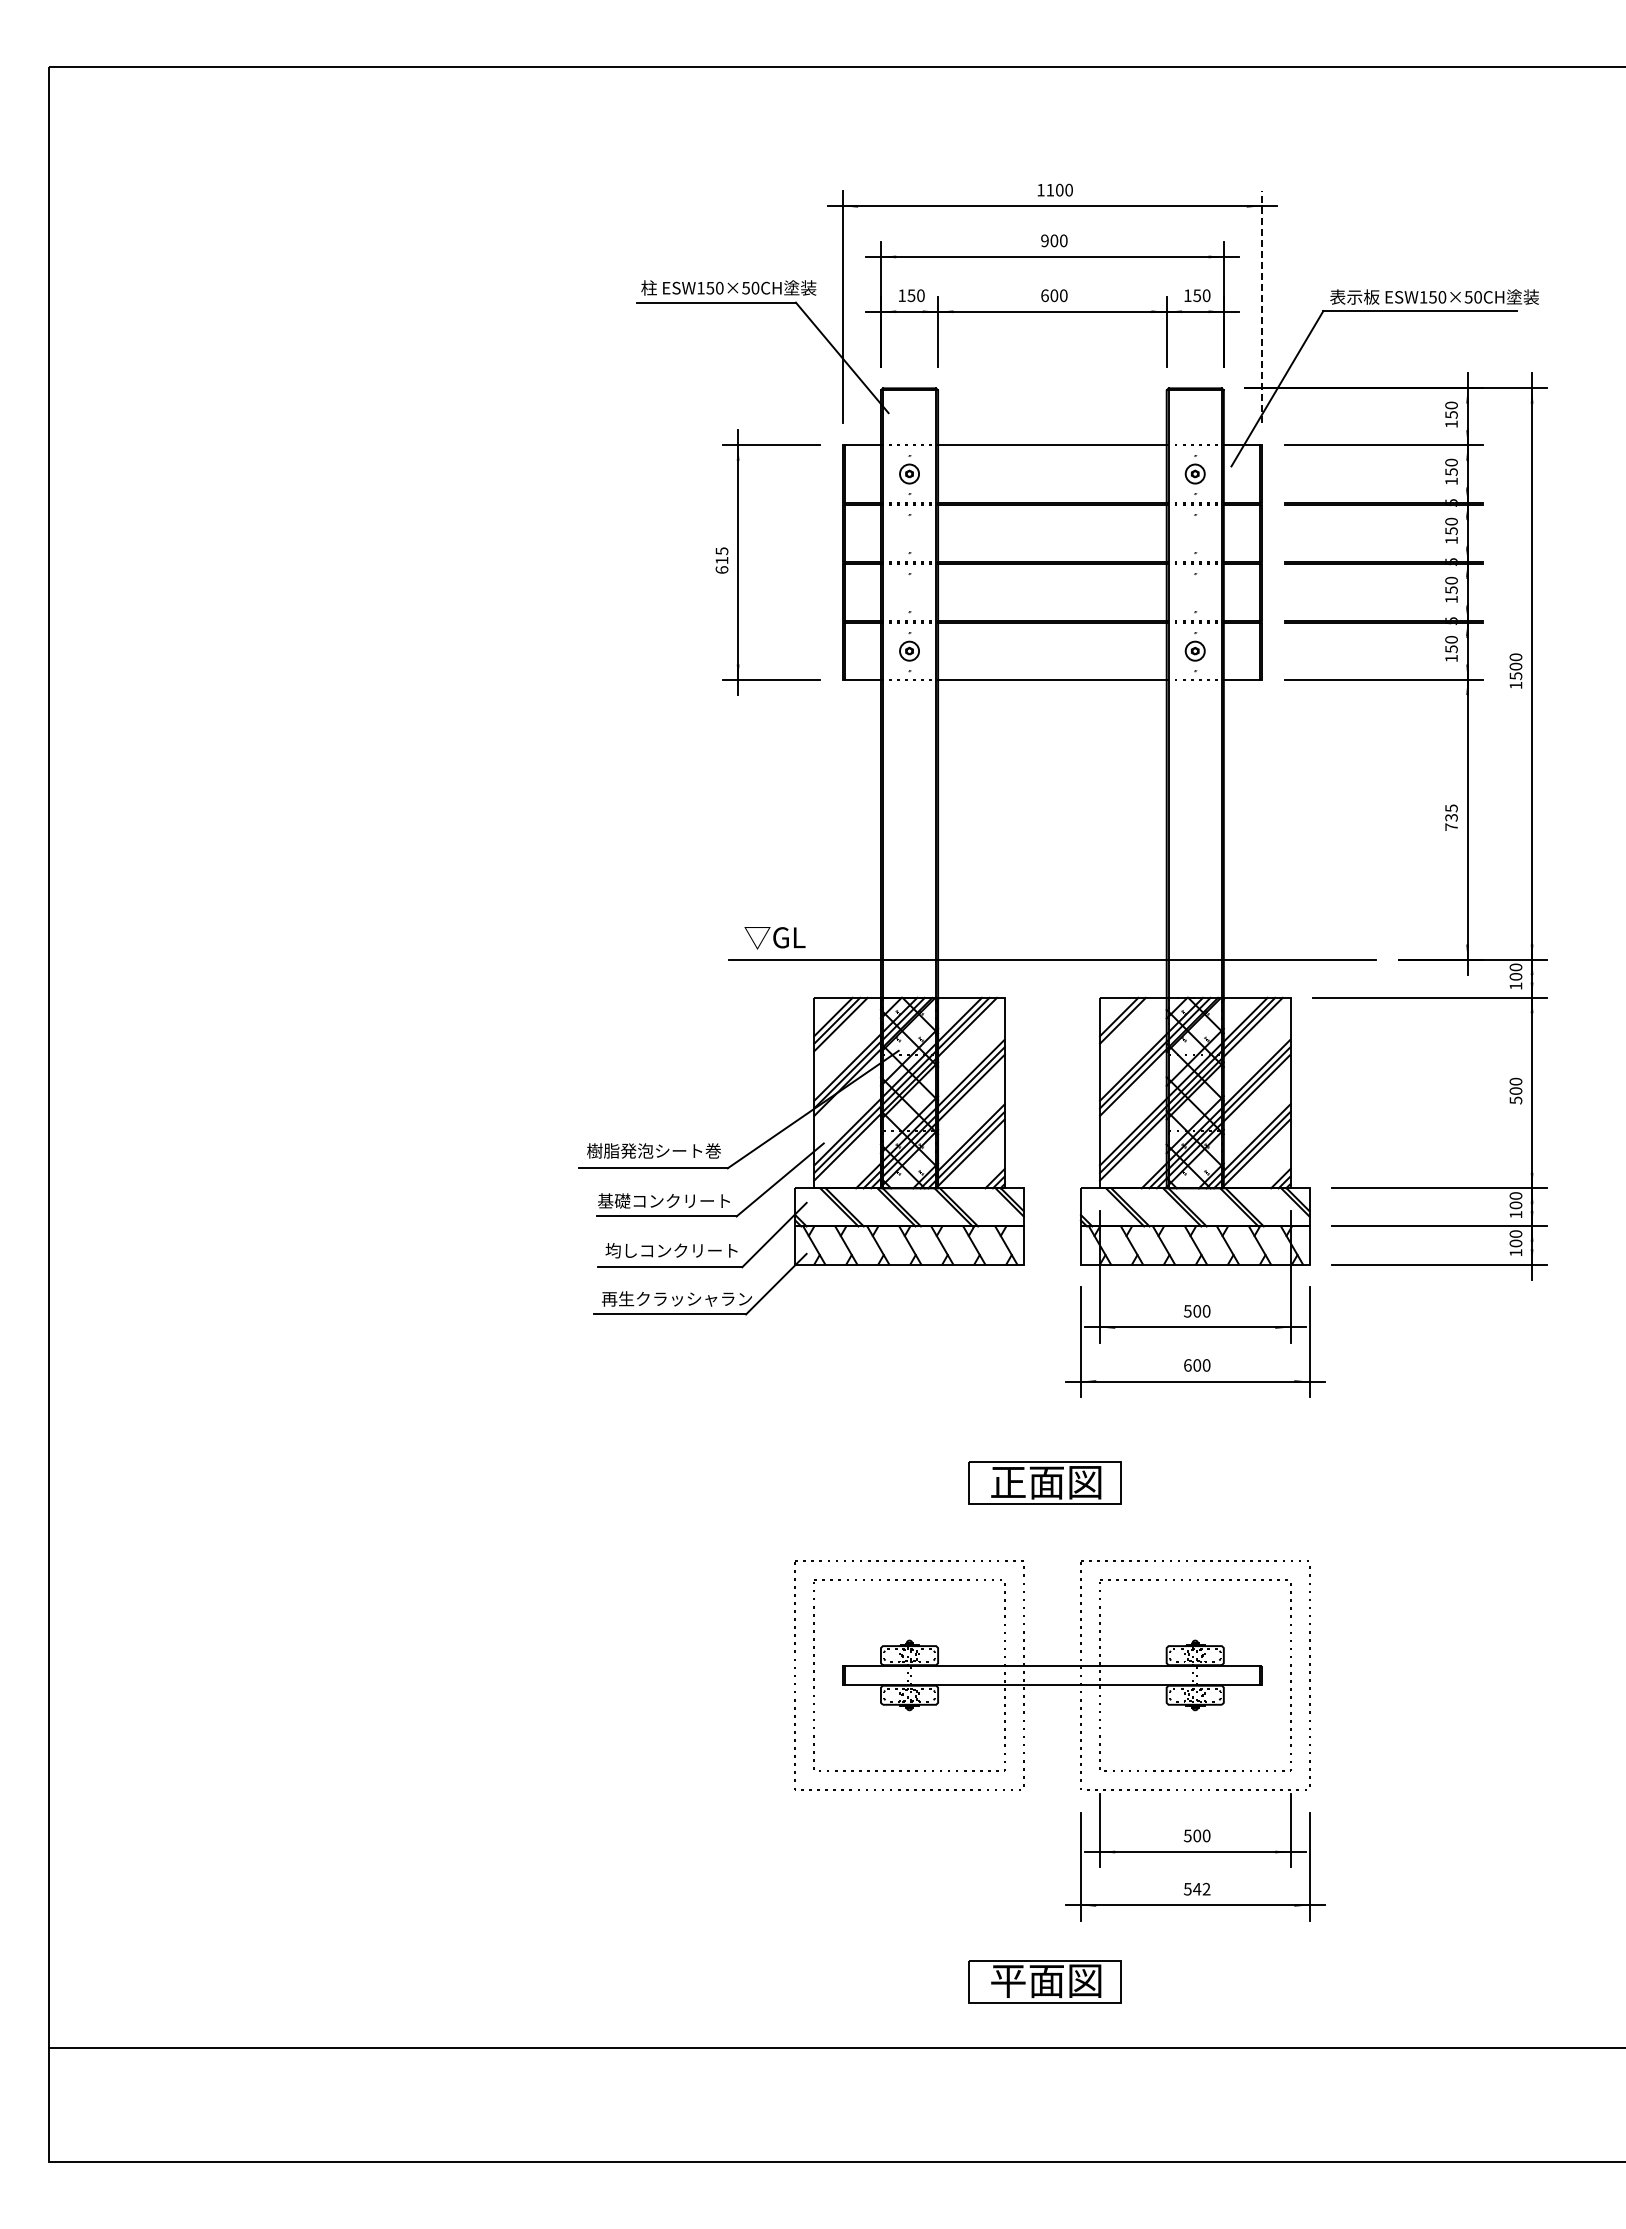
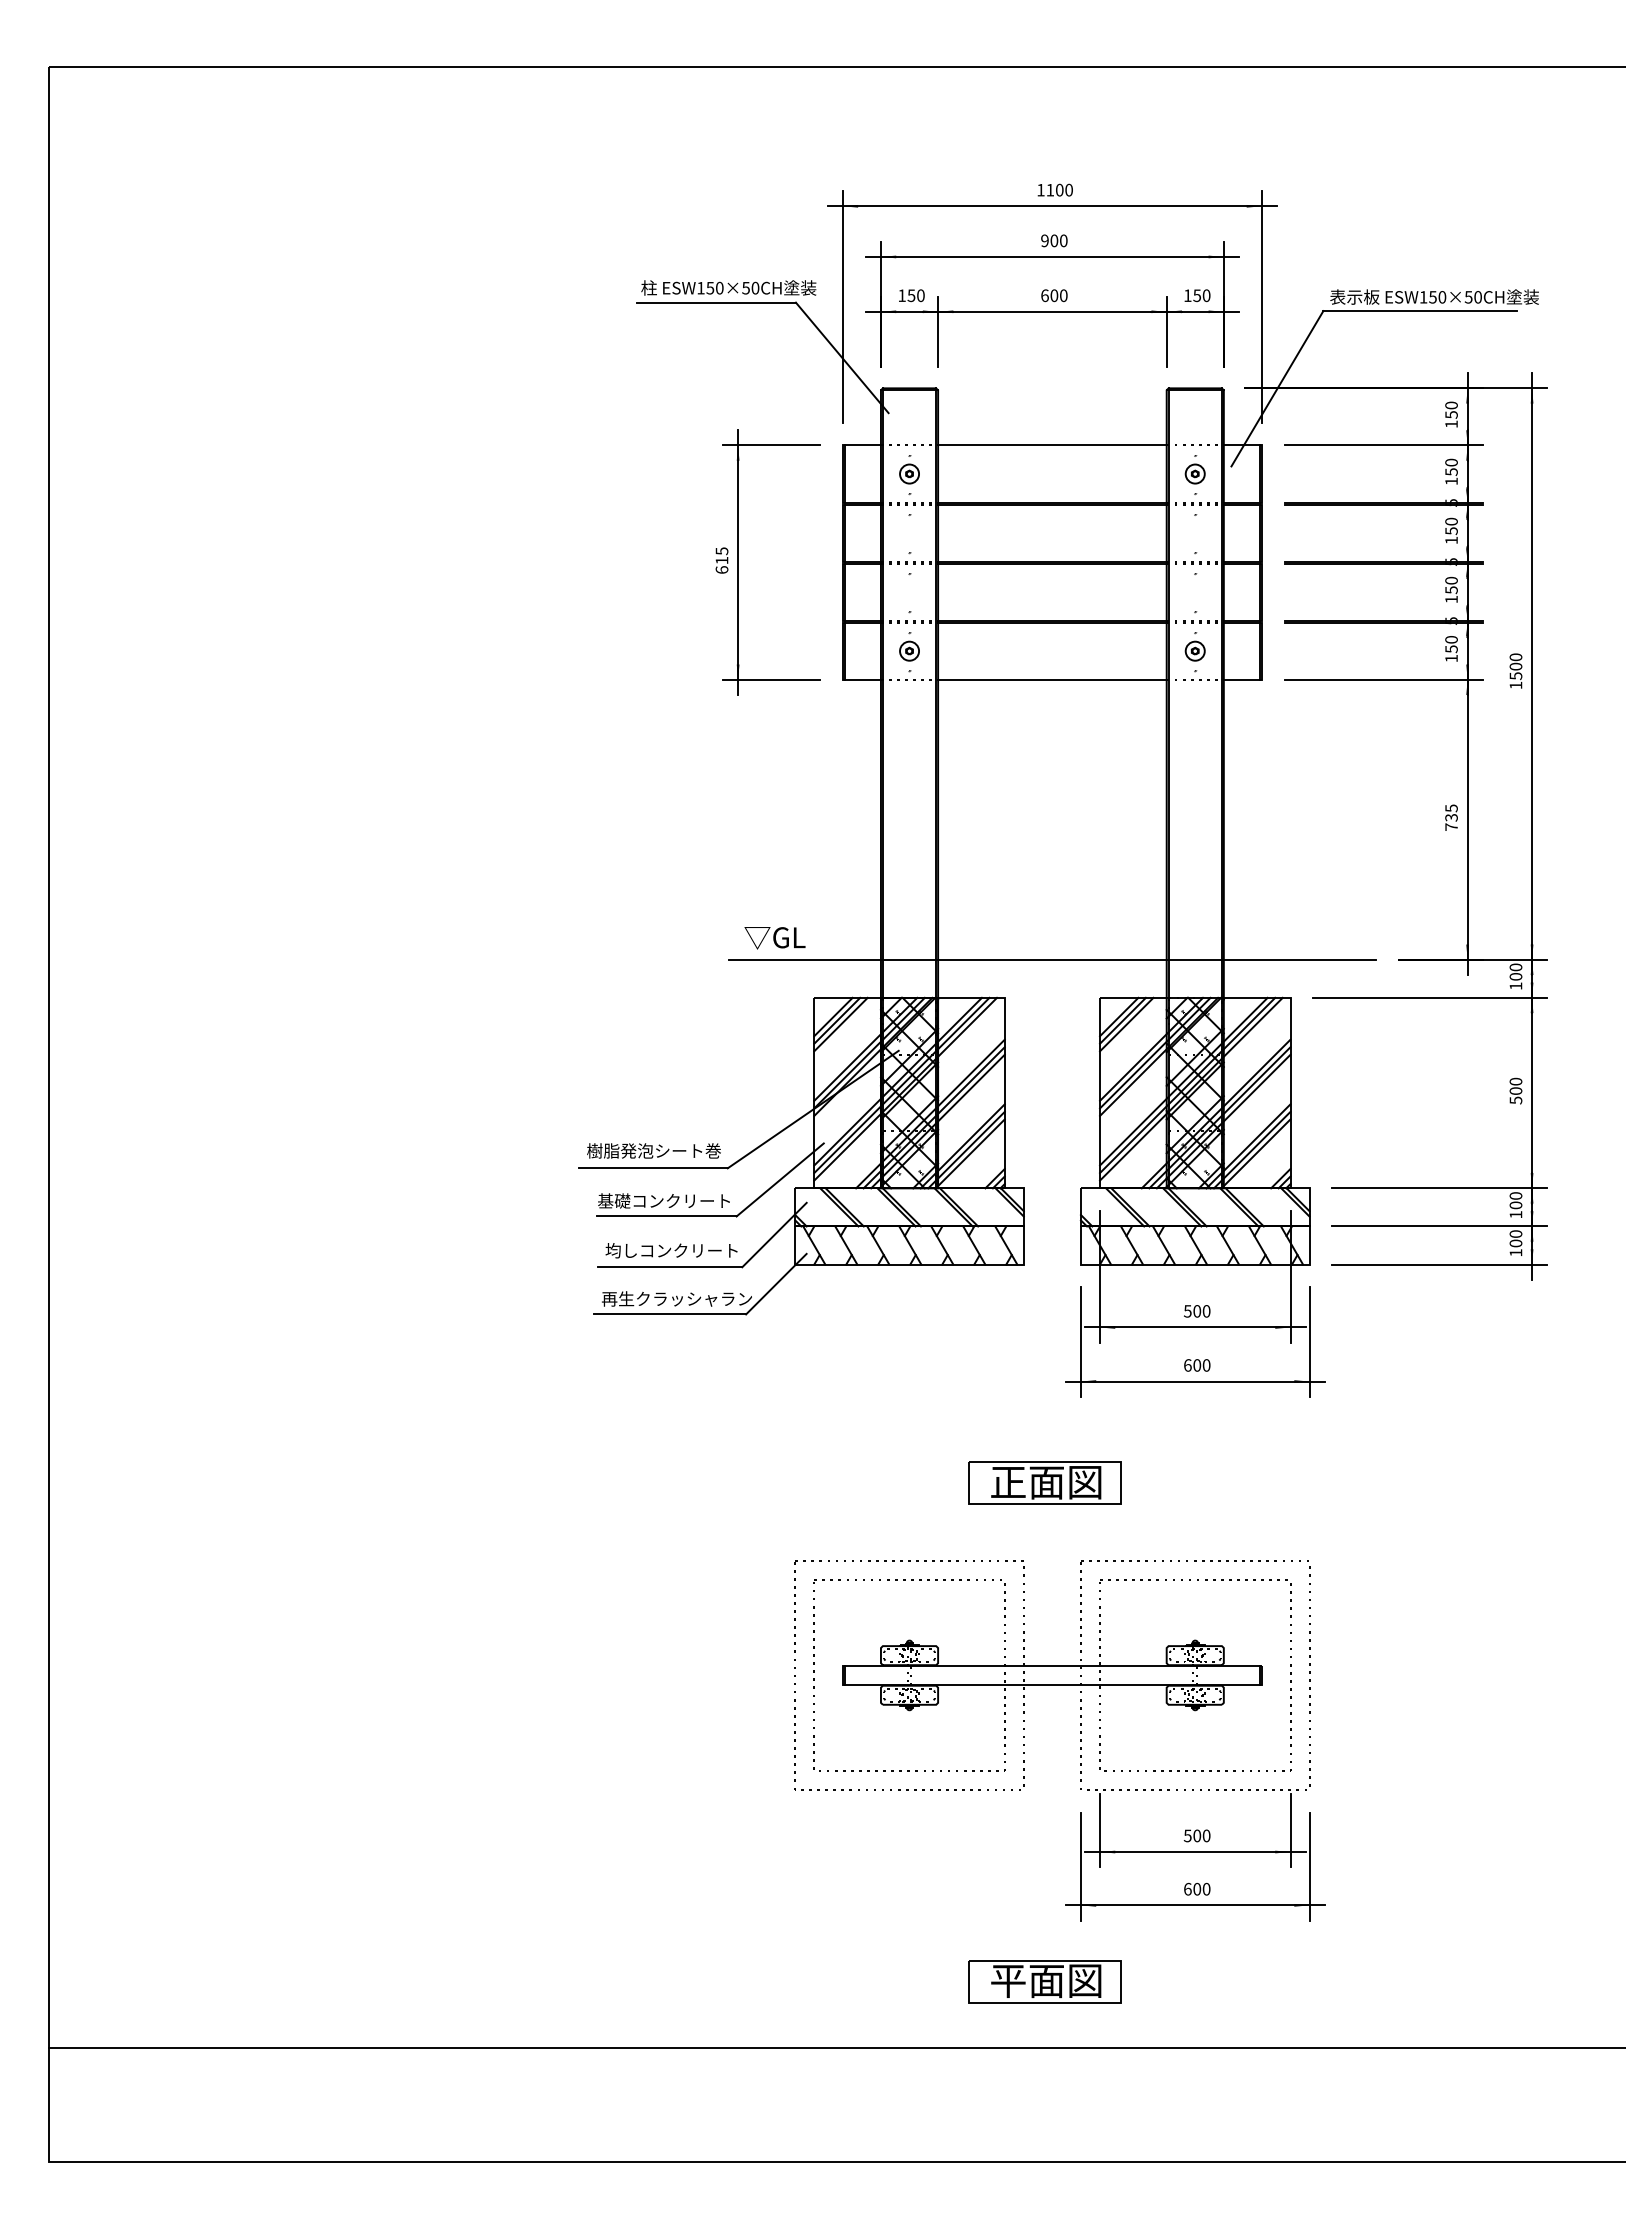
line at (1261, 306): dashed -> solid
line at (1126, 1024): none -> present
text at (1197, 1888): 542 -> 600
